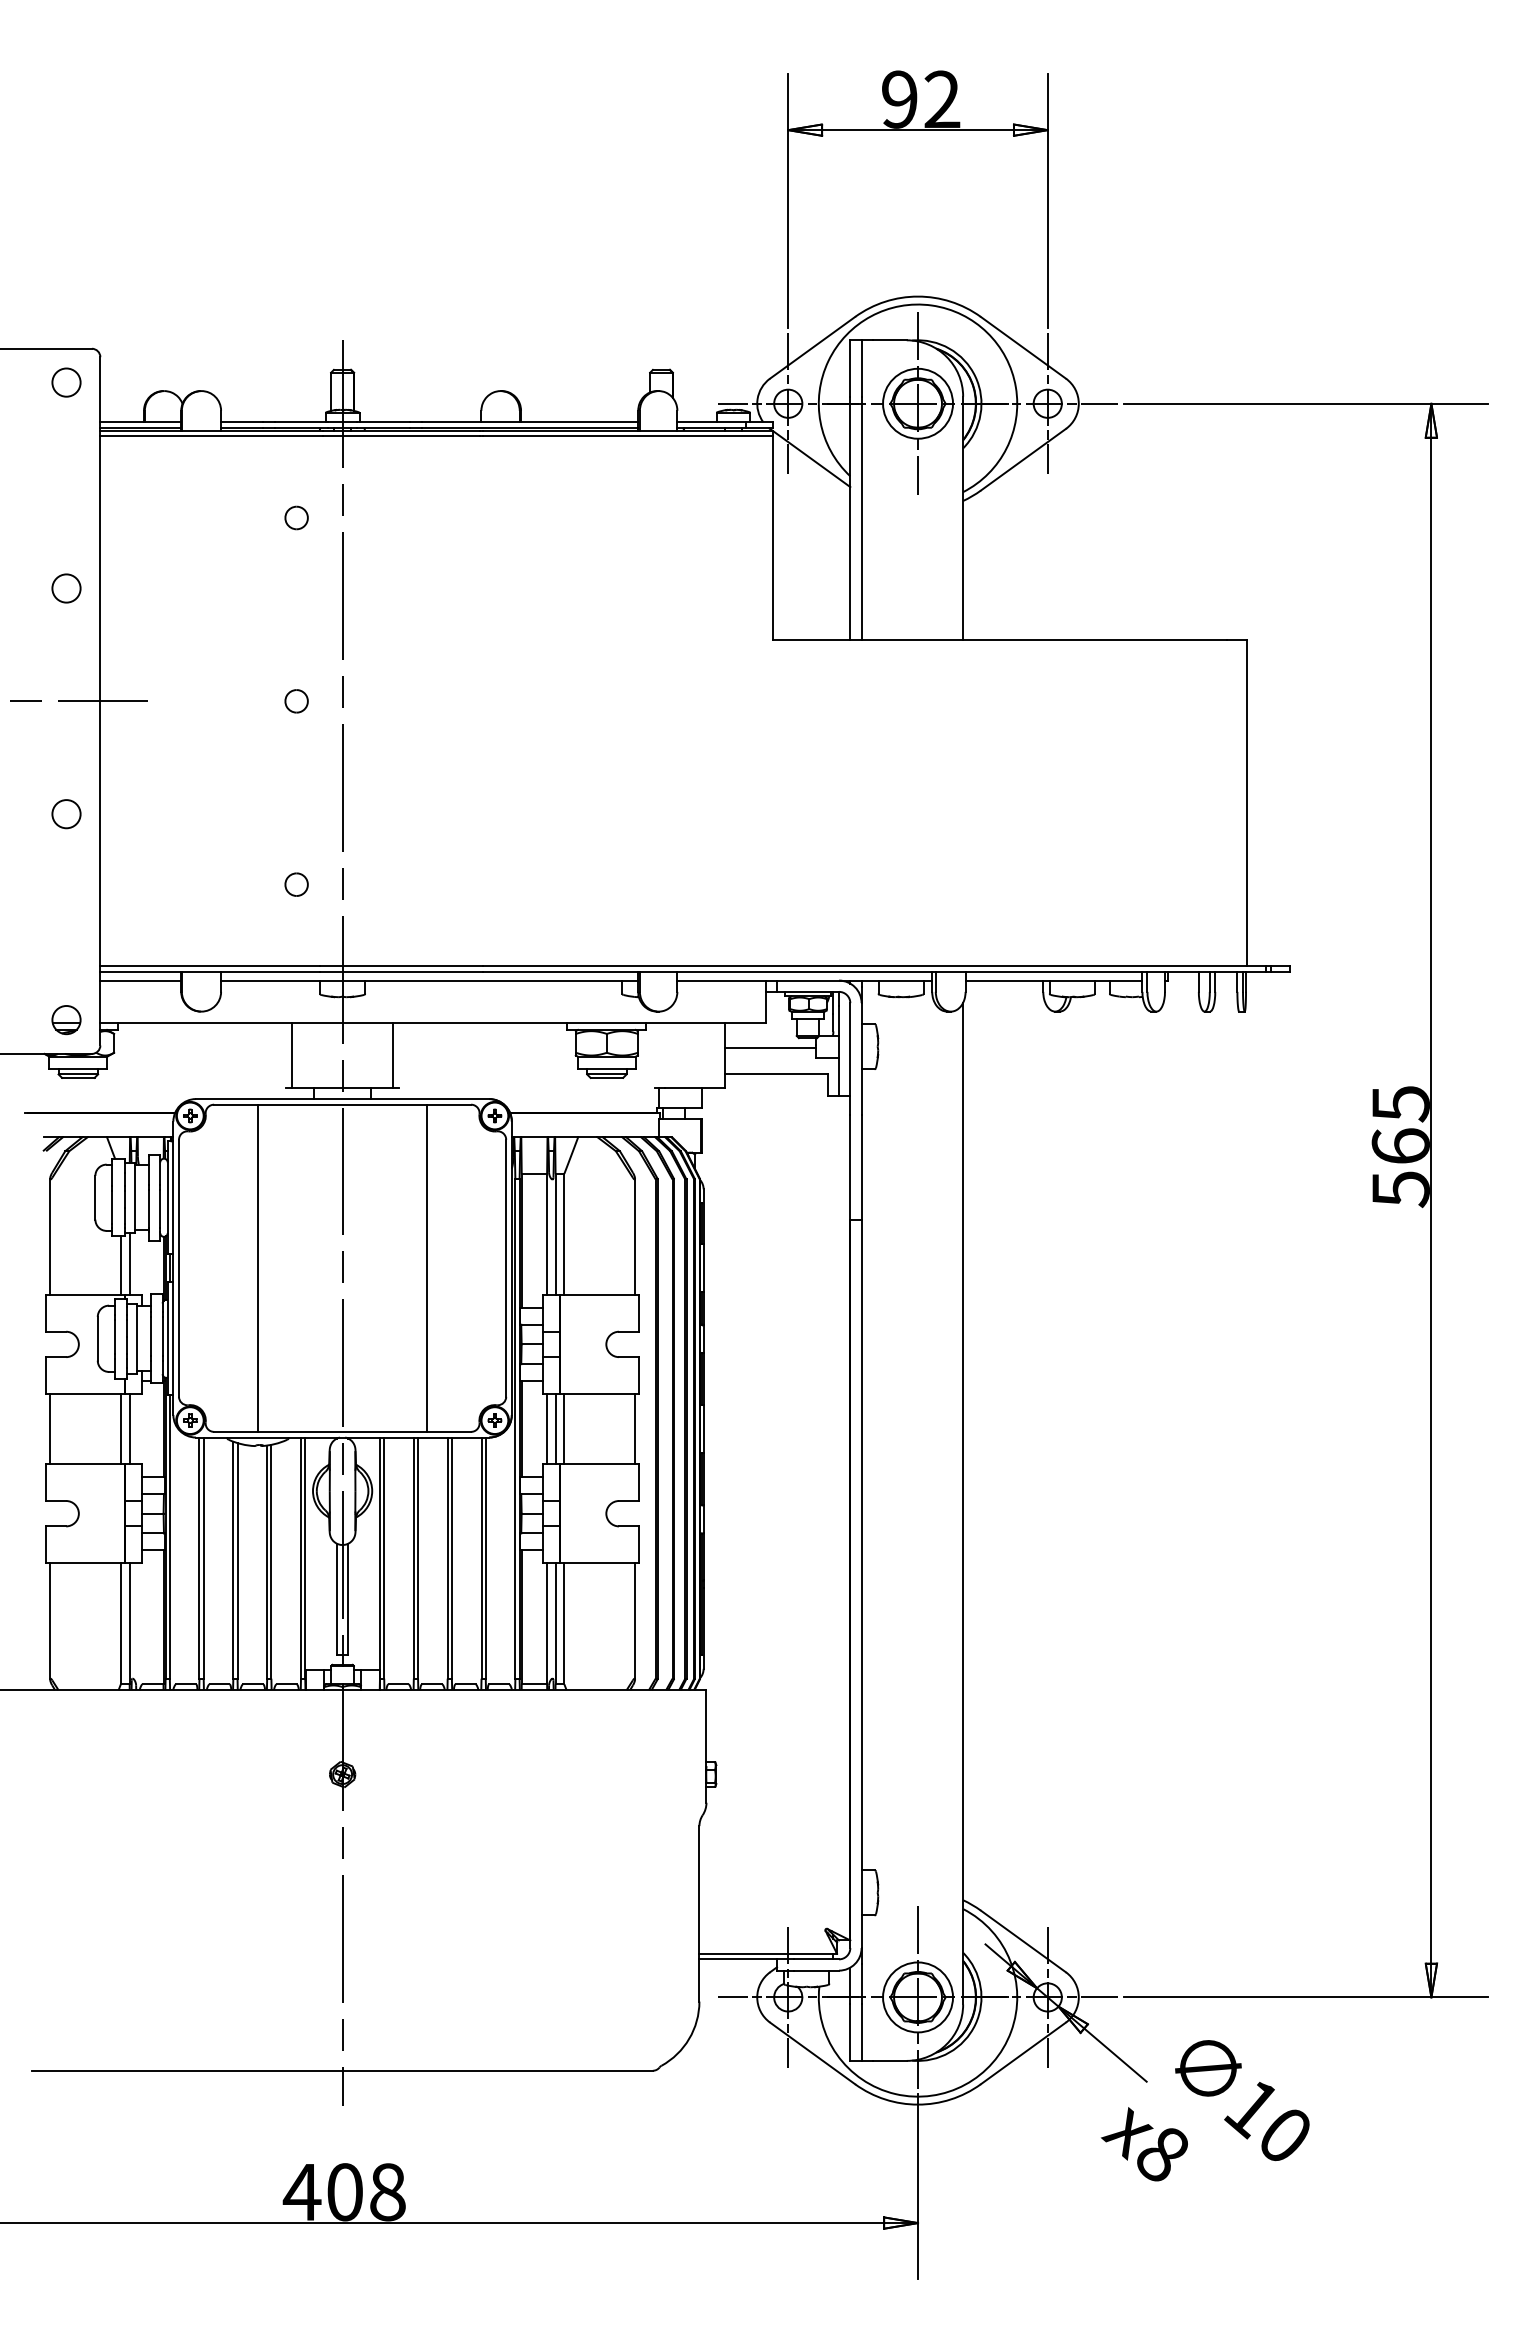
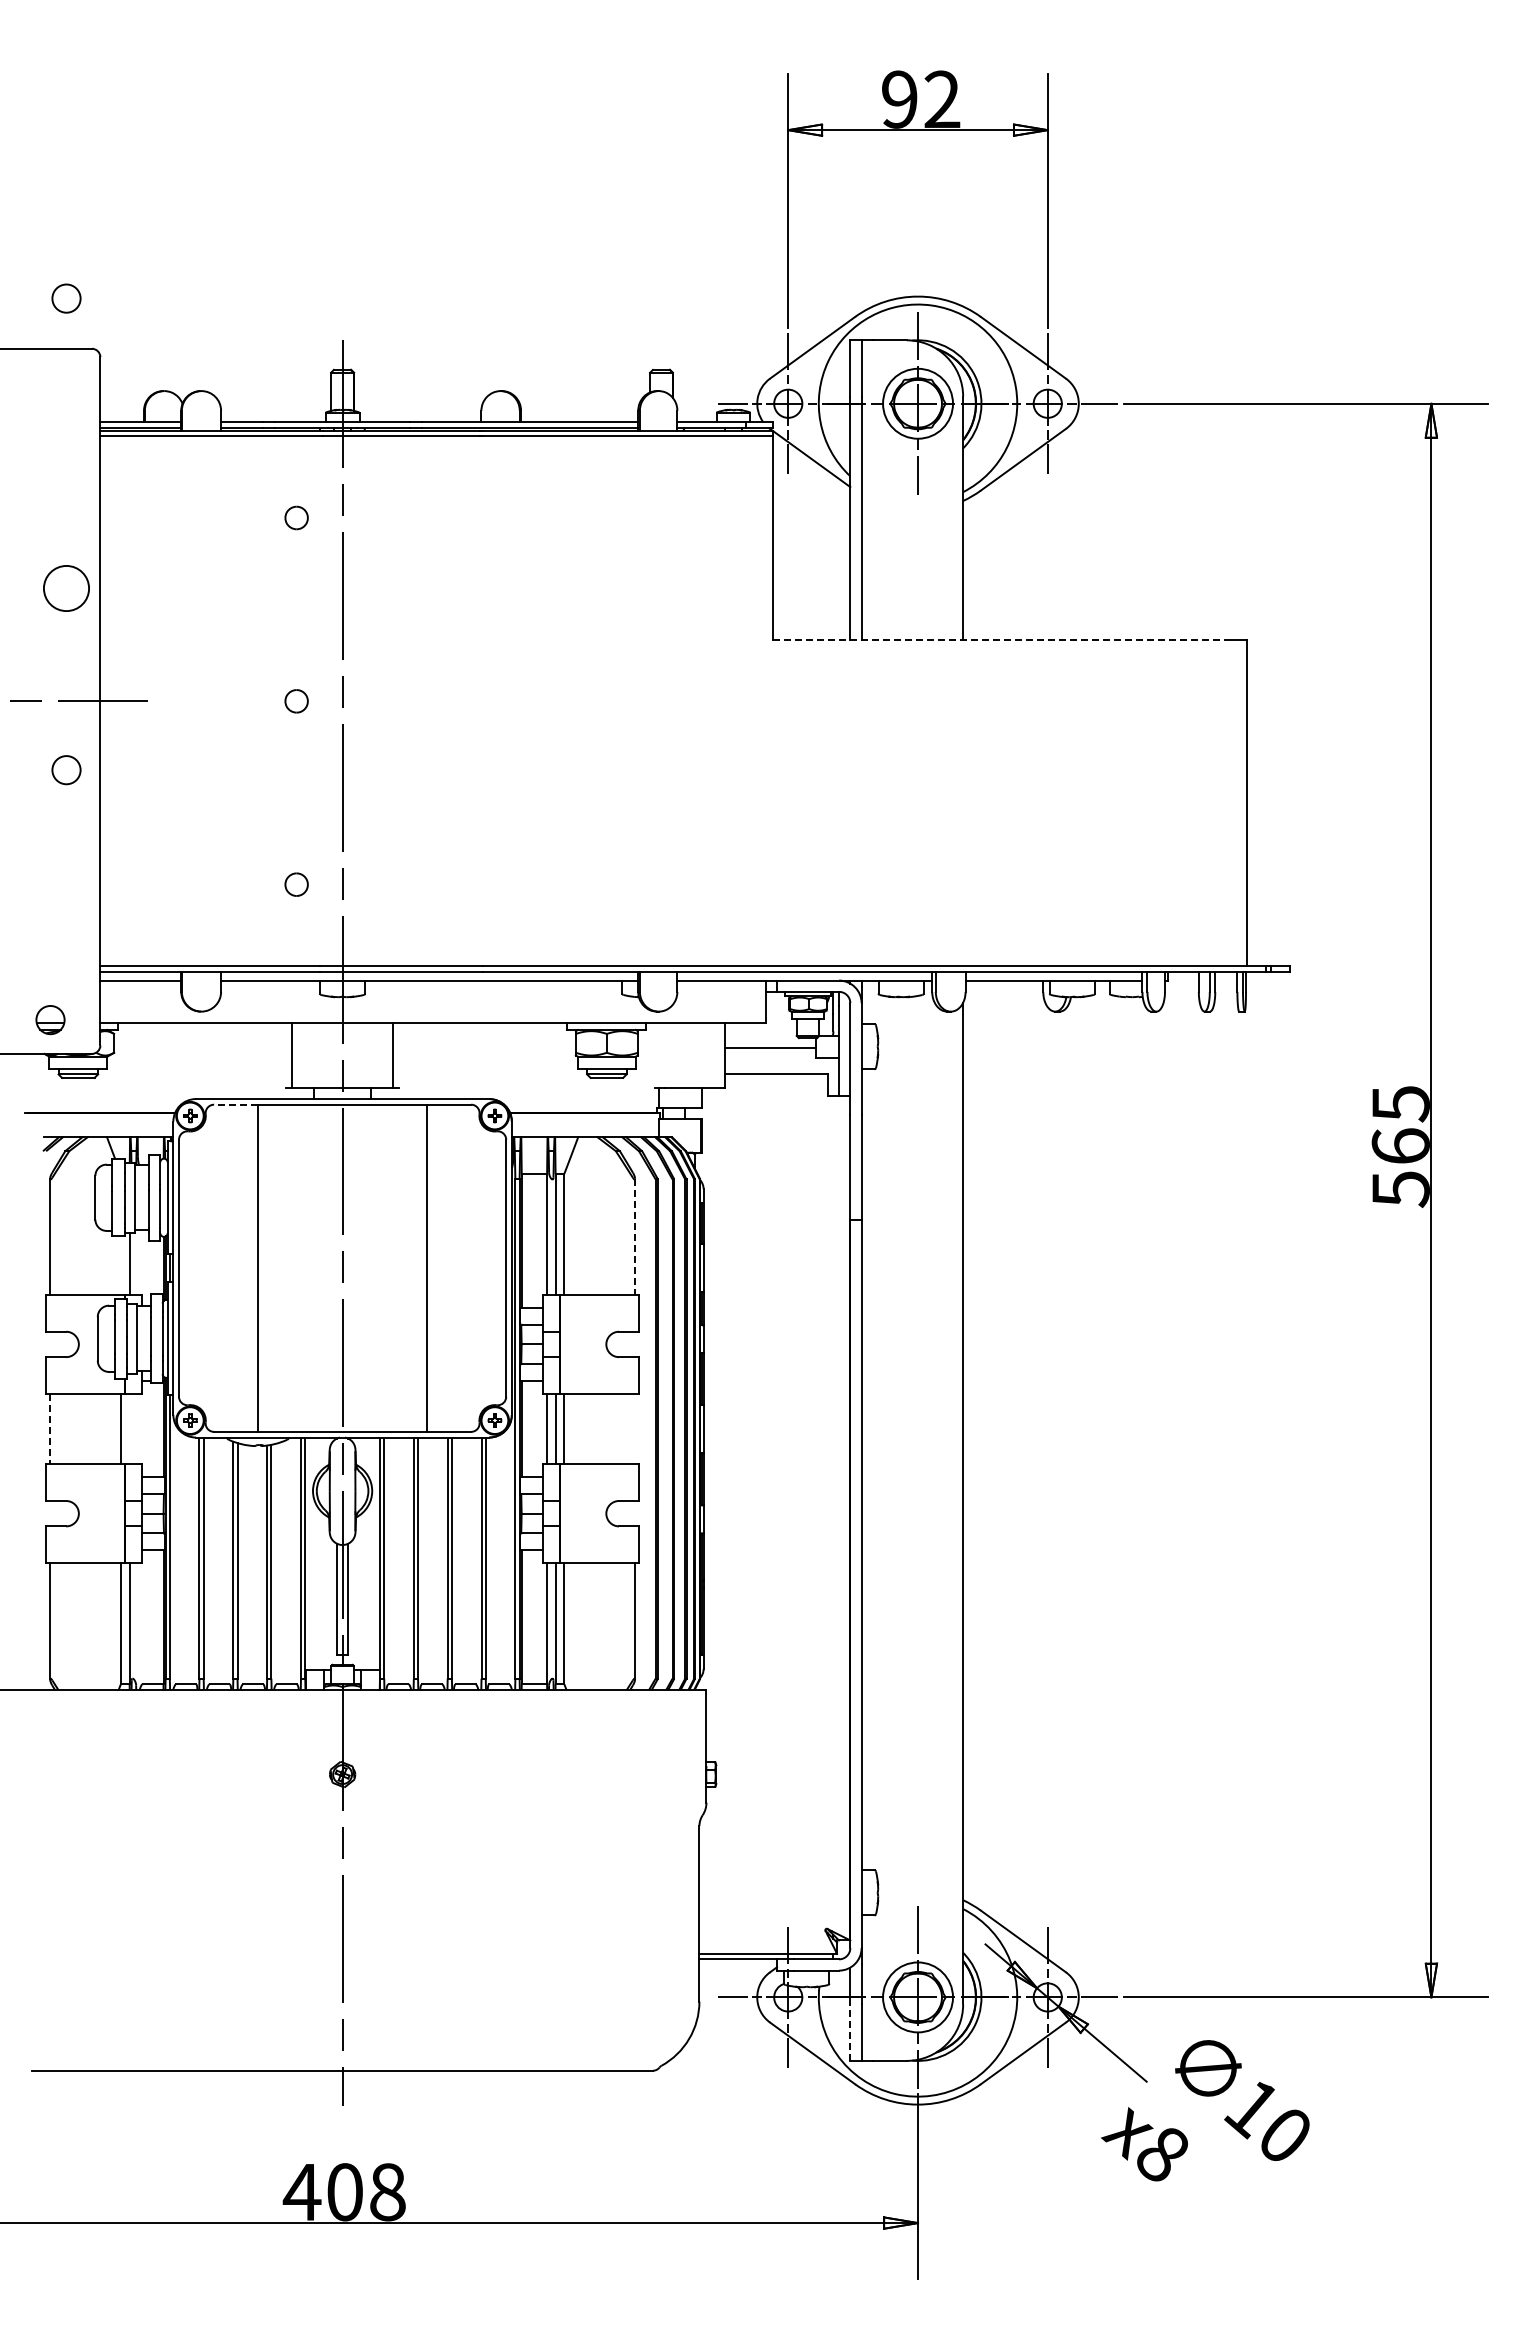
circle at (66, 382) position: (66, 382) -> (66, 298)
circle at (66, 588) diameter: 28 px -> 45 px
line at (1000, 639): solid -> dashed
circle at (66, 814) position: (66, 814) -> (66, 770)
part at (66, 1020) position: (66, 1020) -> (50, 1020)
line at (236, 1104): solid -> dashed
line at (635, 1237): solid -> dashed
line at (120, 1265): present -> none
line at (129, 1428): present -> none
line at (635, 1428): present -> none
line at (50, 1429): solid -> dashed
line at (850, 2032): solid -> dashed
